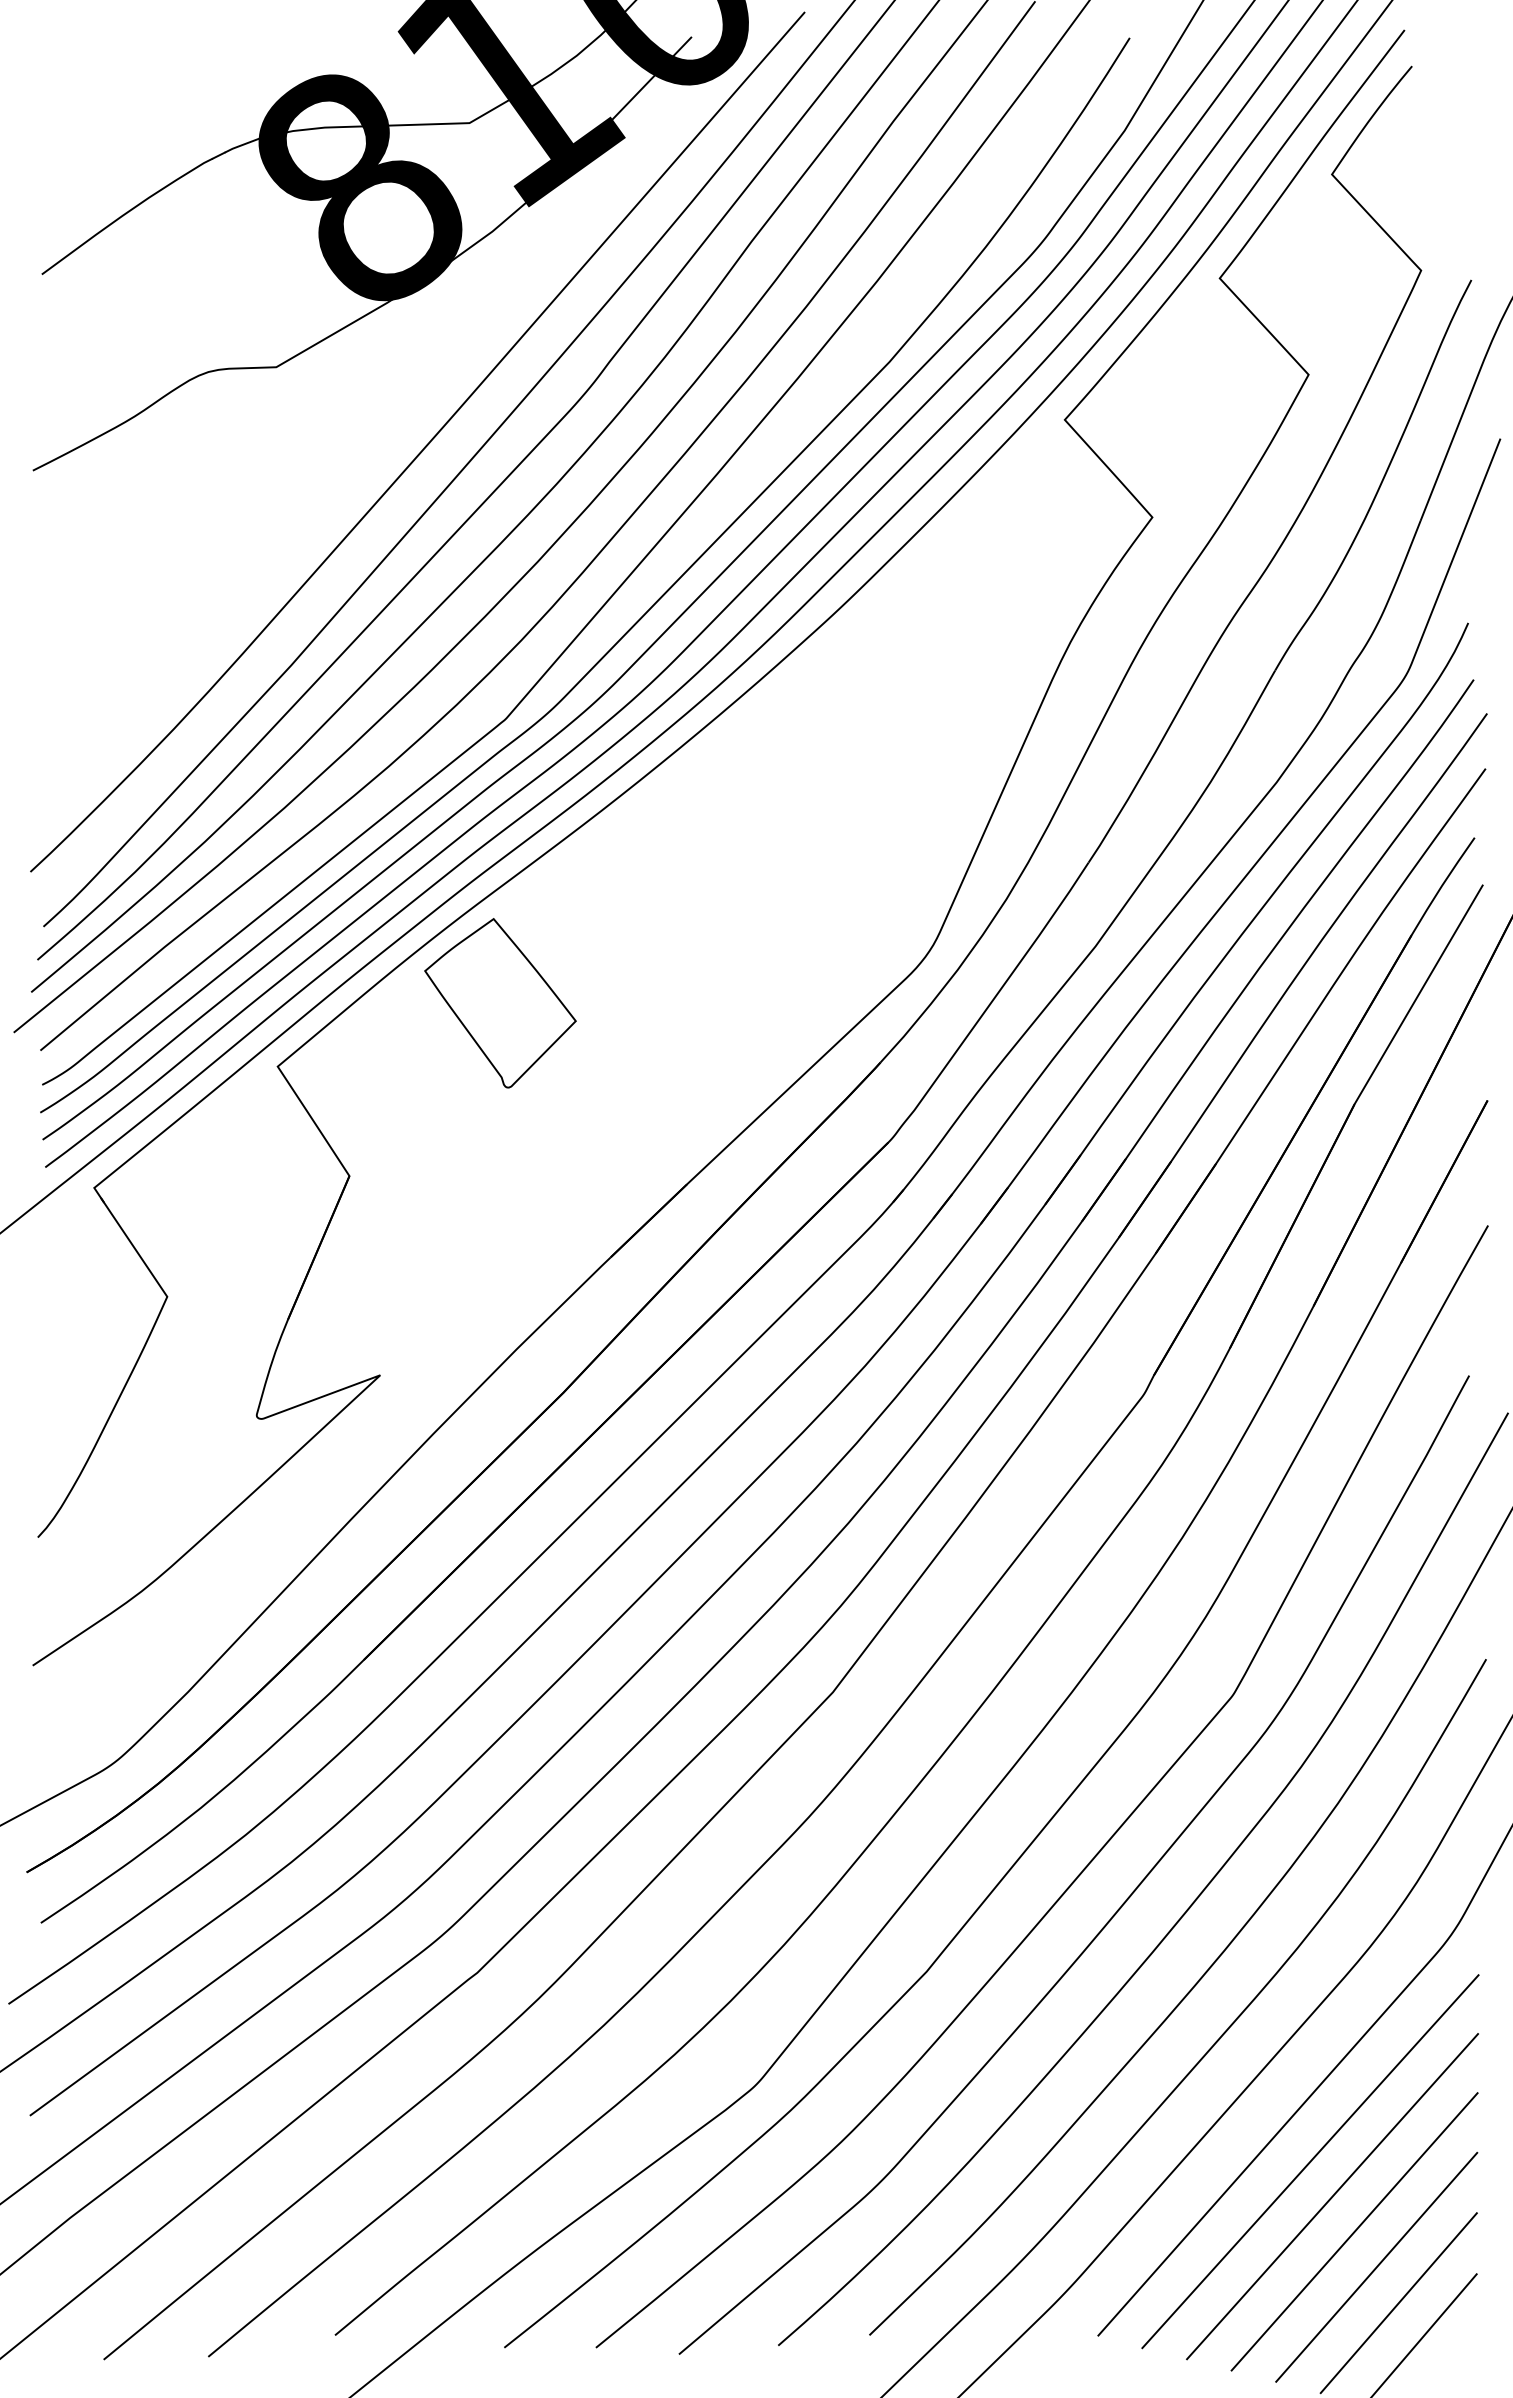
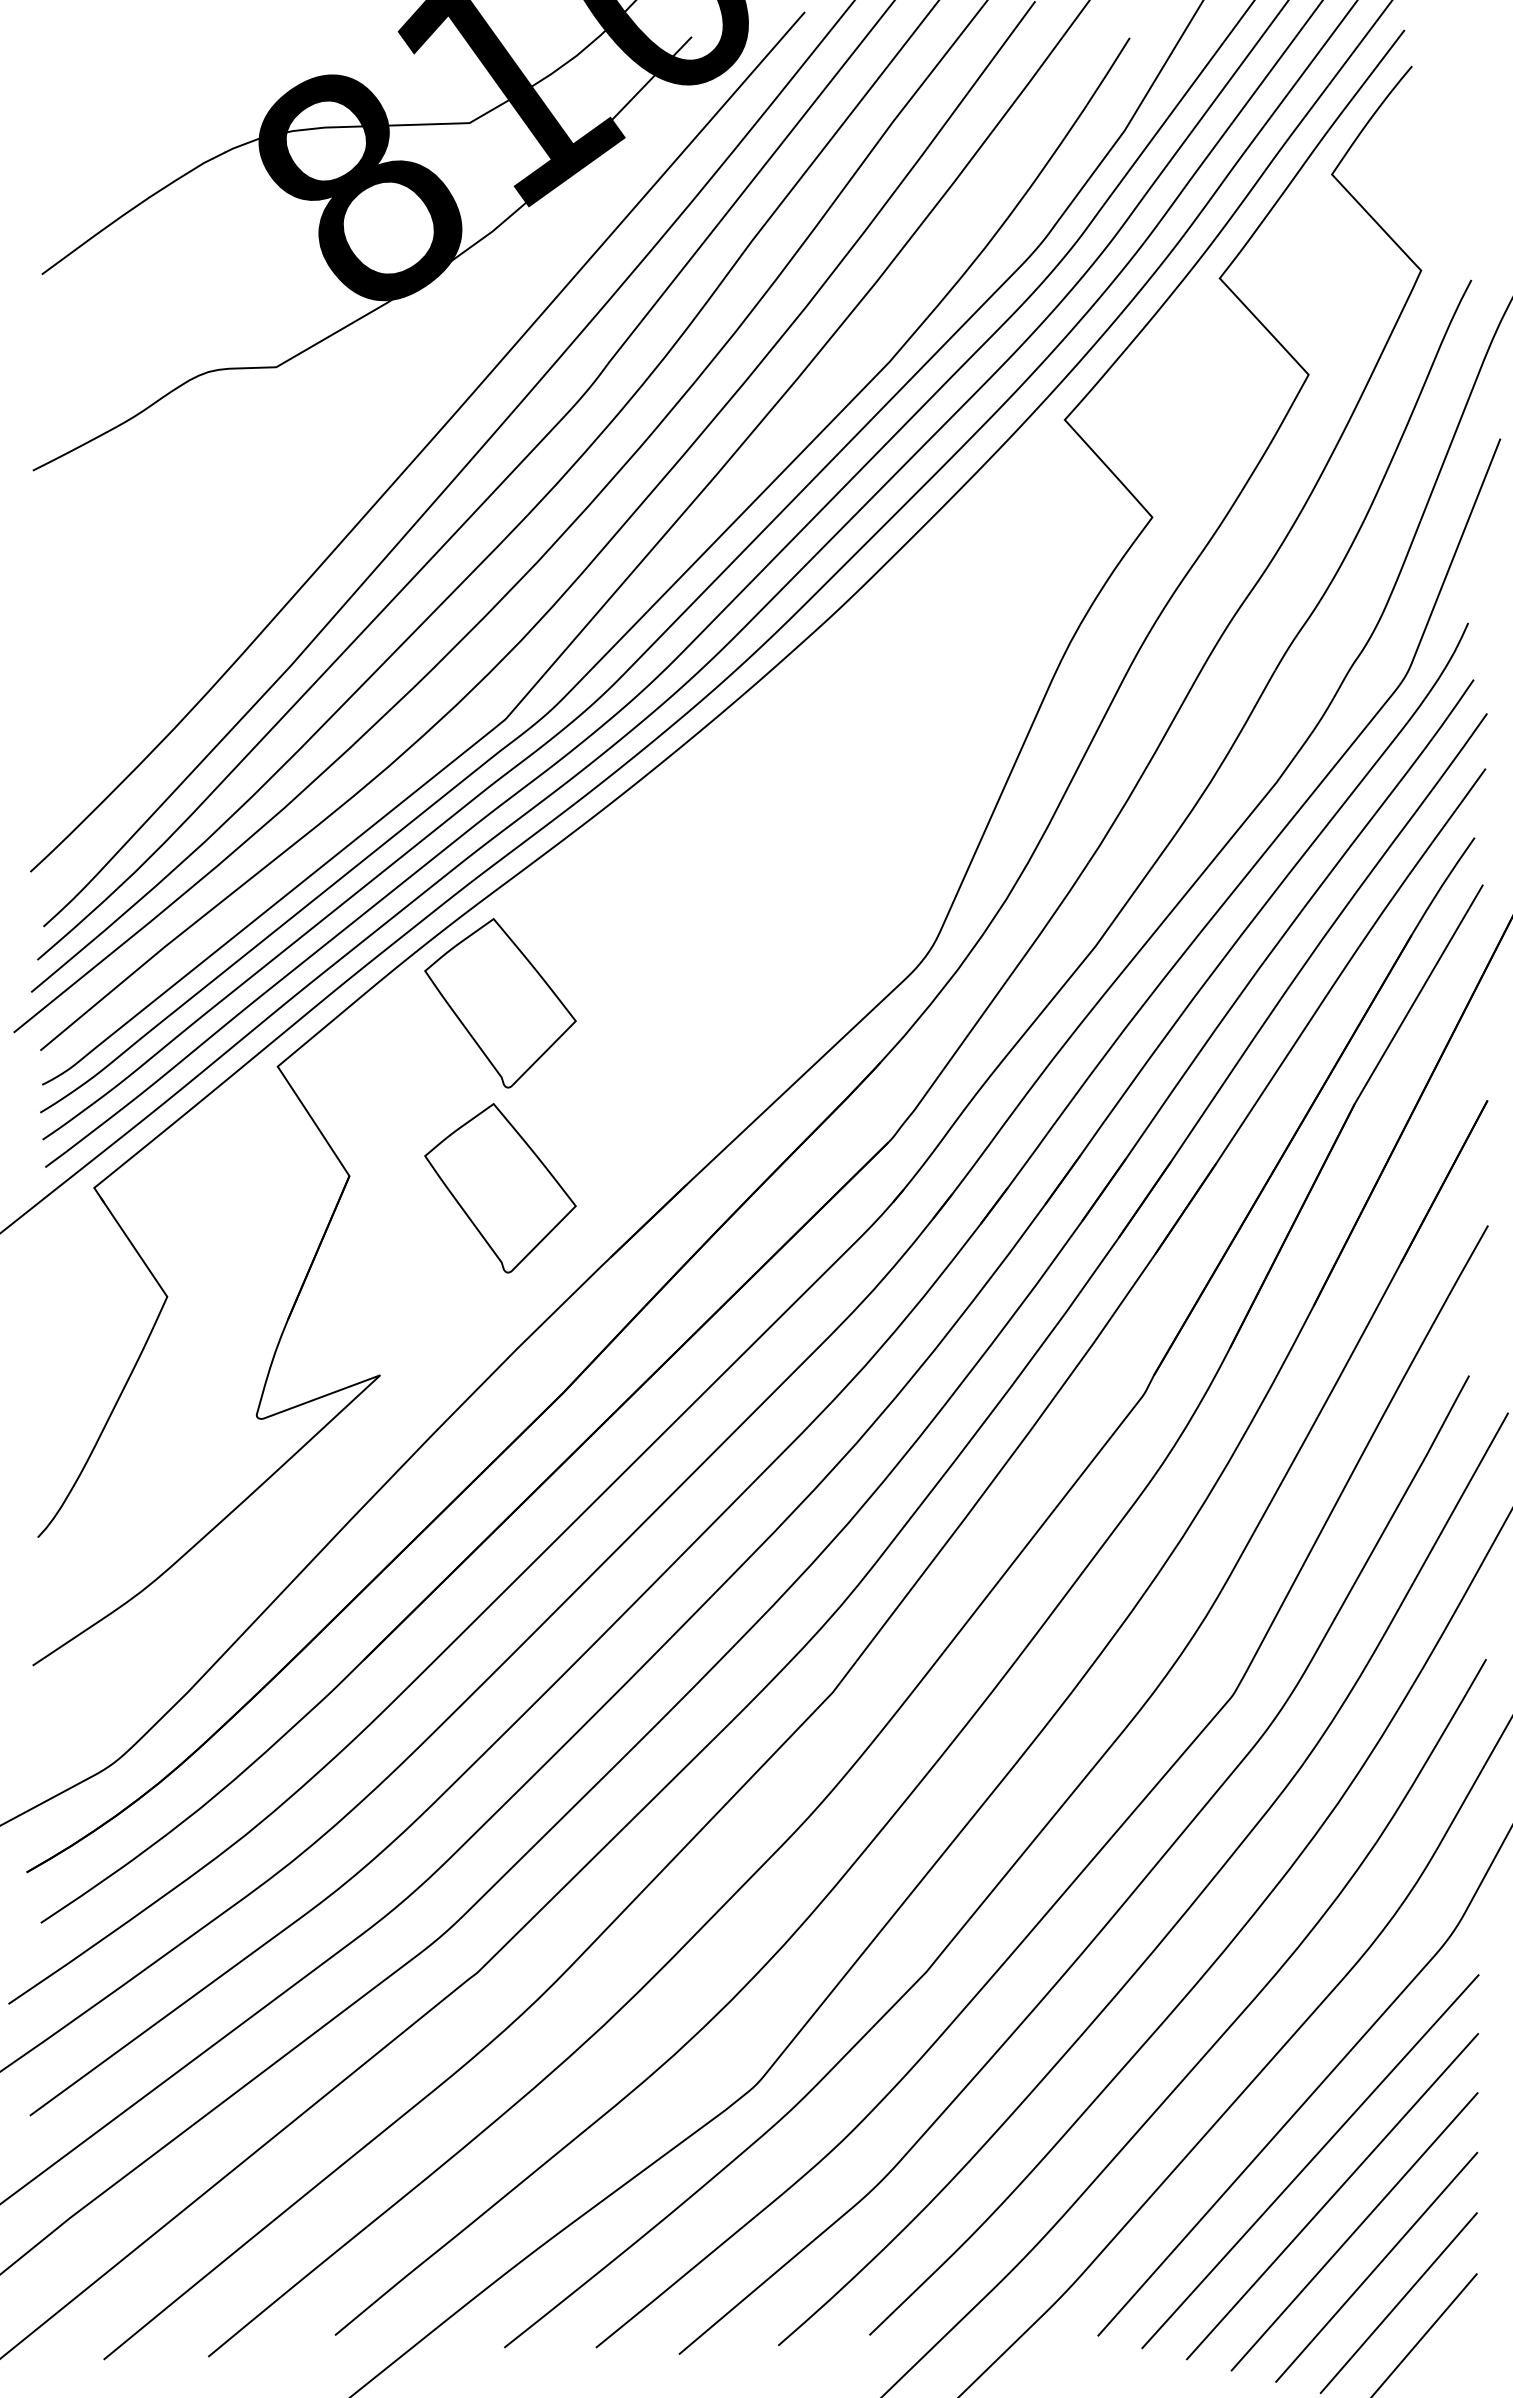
part at (500, 1188): none -> present
